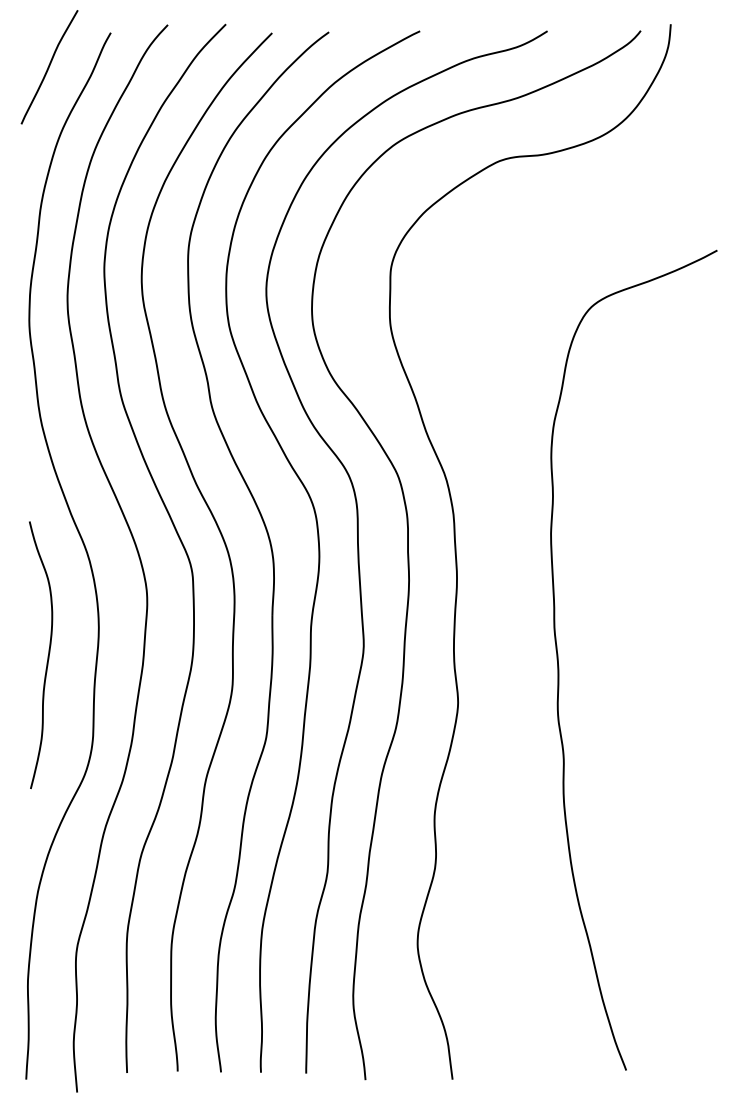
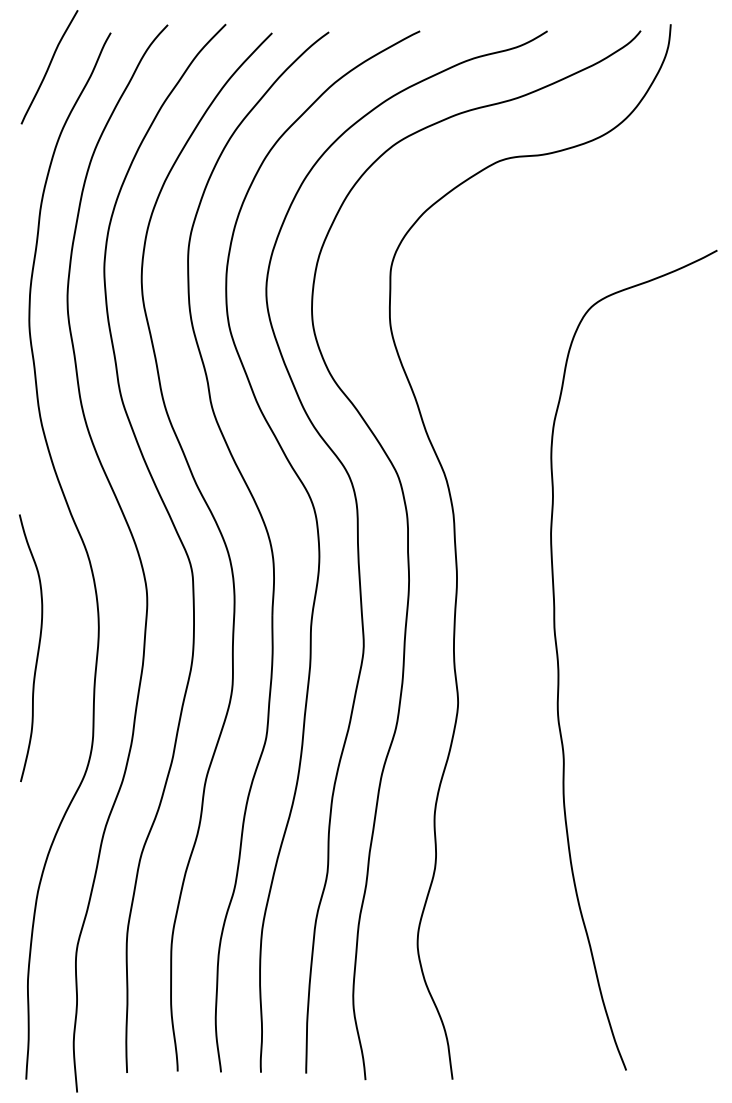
curve at (47, 656) position: (47, 656) -> (37, 649)
